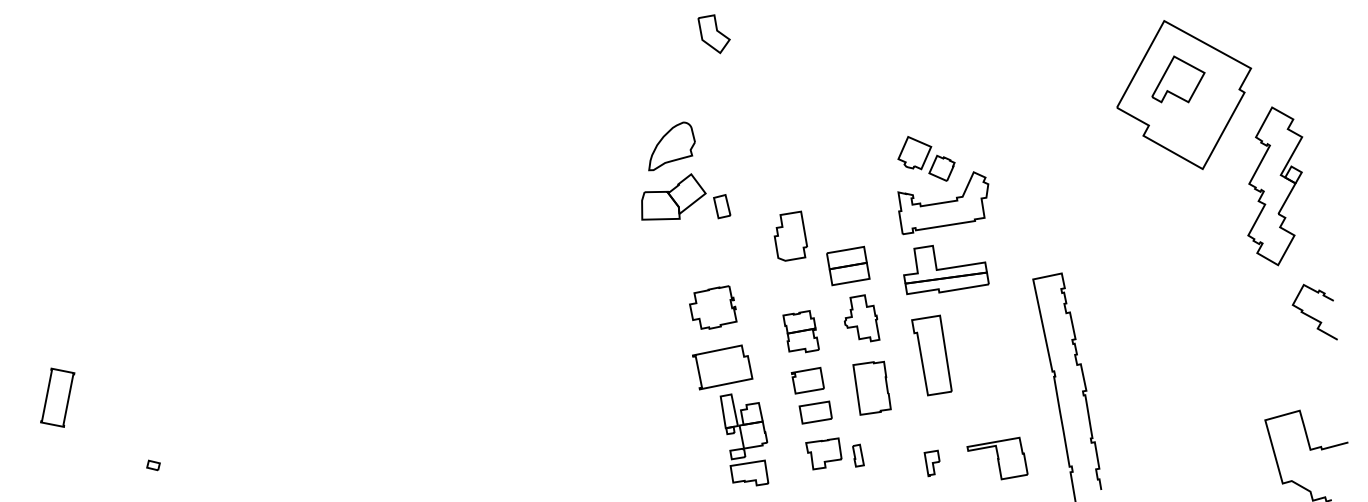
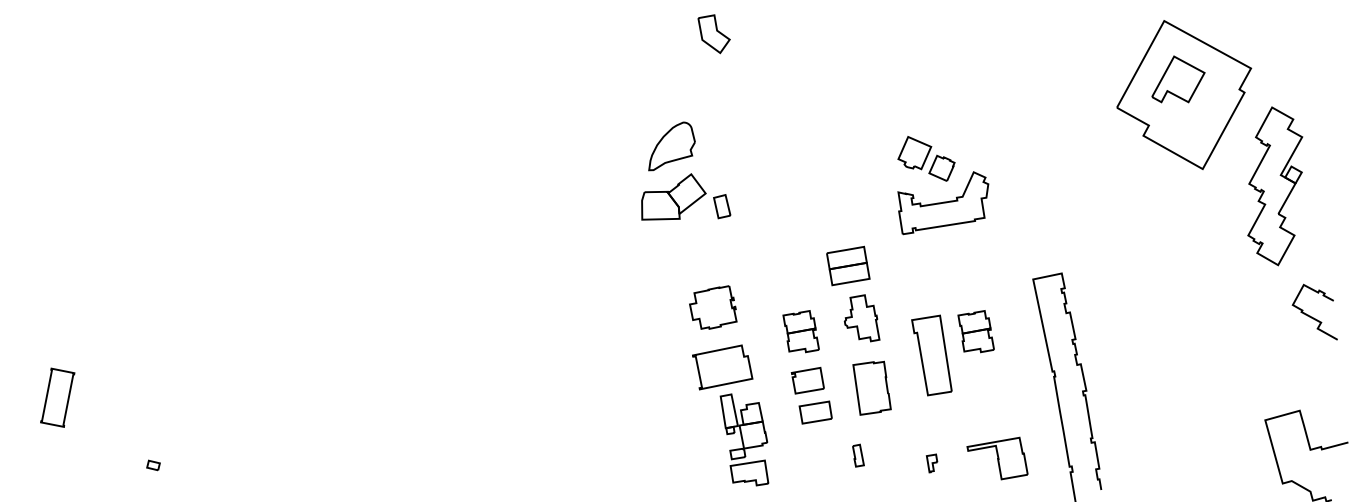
part at (790, 235): present -> none
part at (946, 269): present -> none
part at (975, 331): none -> present
part at (823, 453): present -> none
part at (931, 463) size: 18x29 px -> 14x21 px
